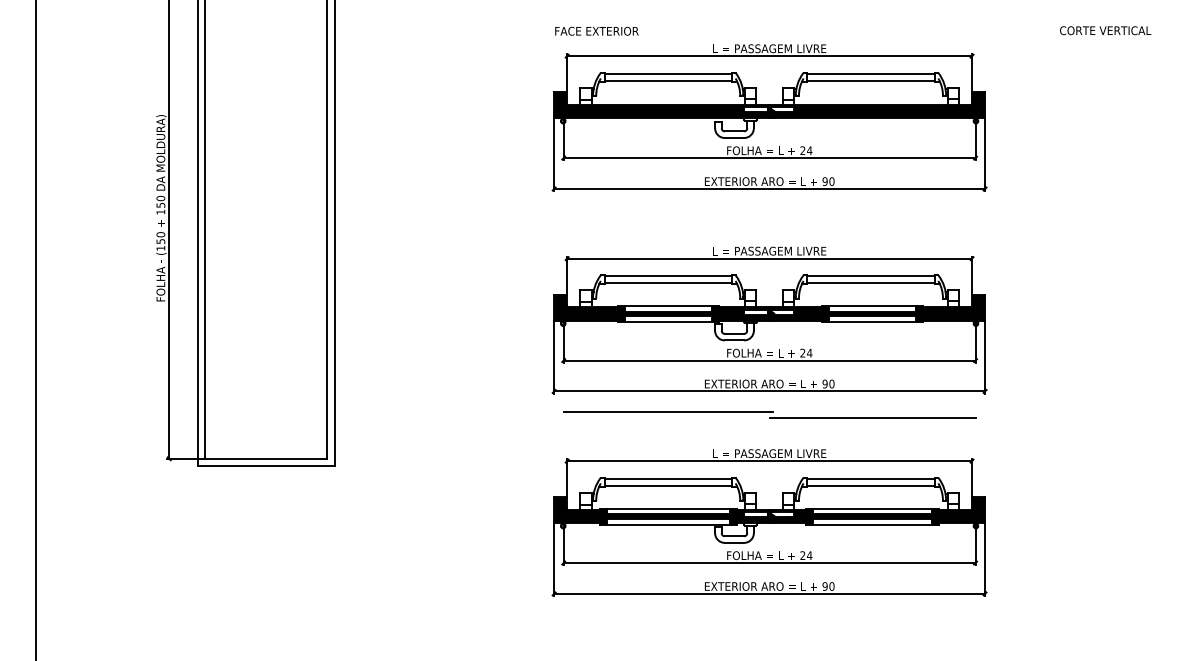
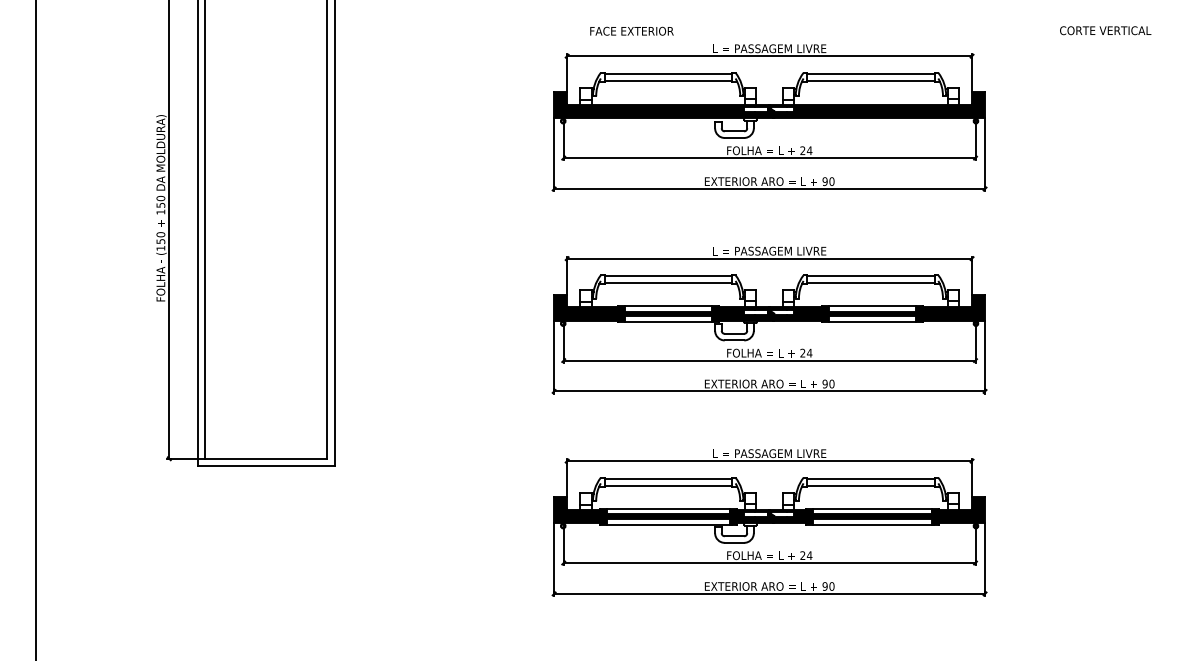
text at (596, 30) position: (596, 30) -> (631, 30)
part at (769, 414): present -> none
